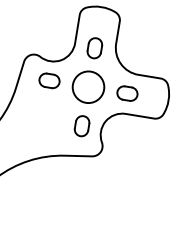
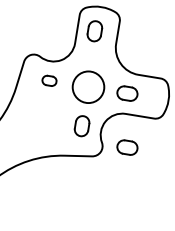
part at (94, 48) position: (94, 48) -> (94, 31)
part at (49, 80) size: 23x18 px -> 17x13 px
part at (127, 147): none -> present
